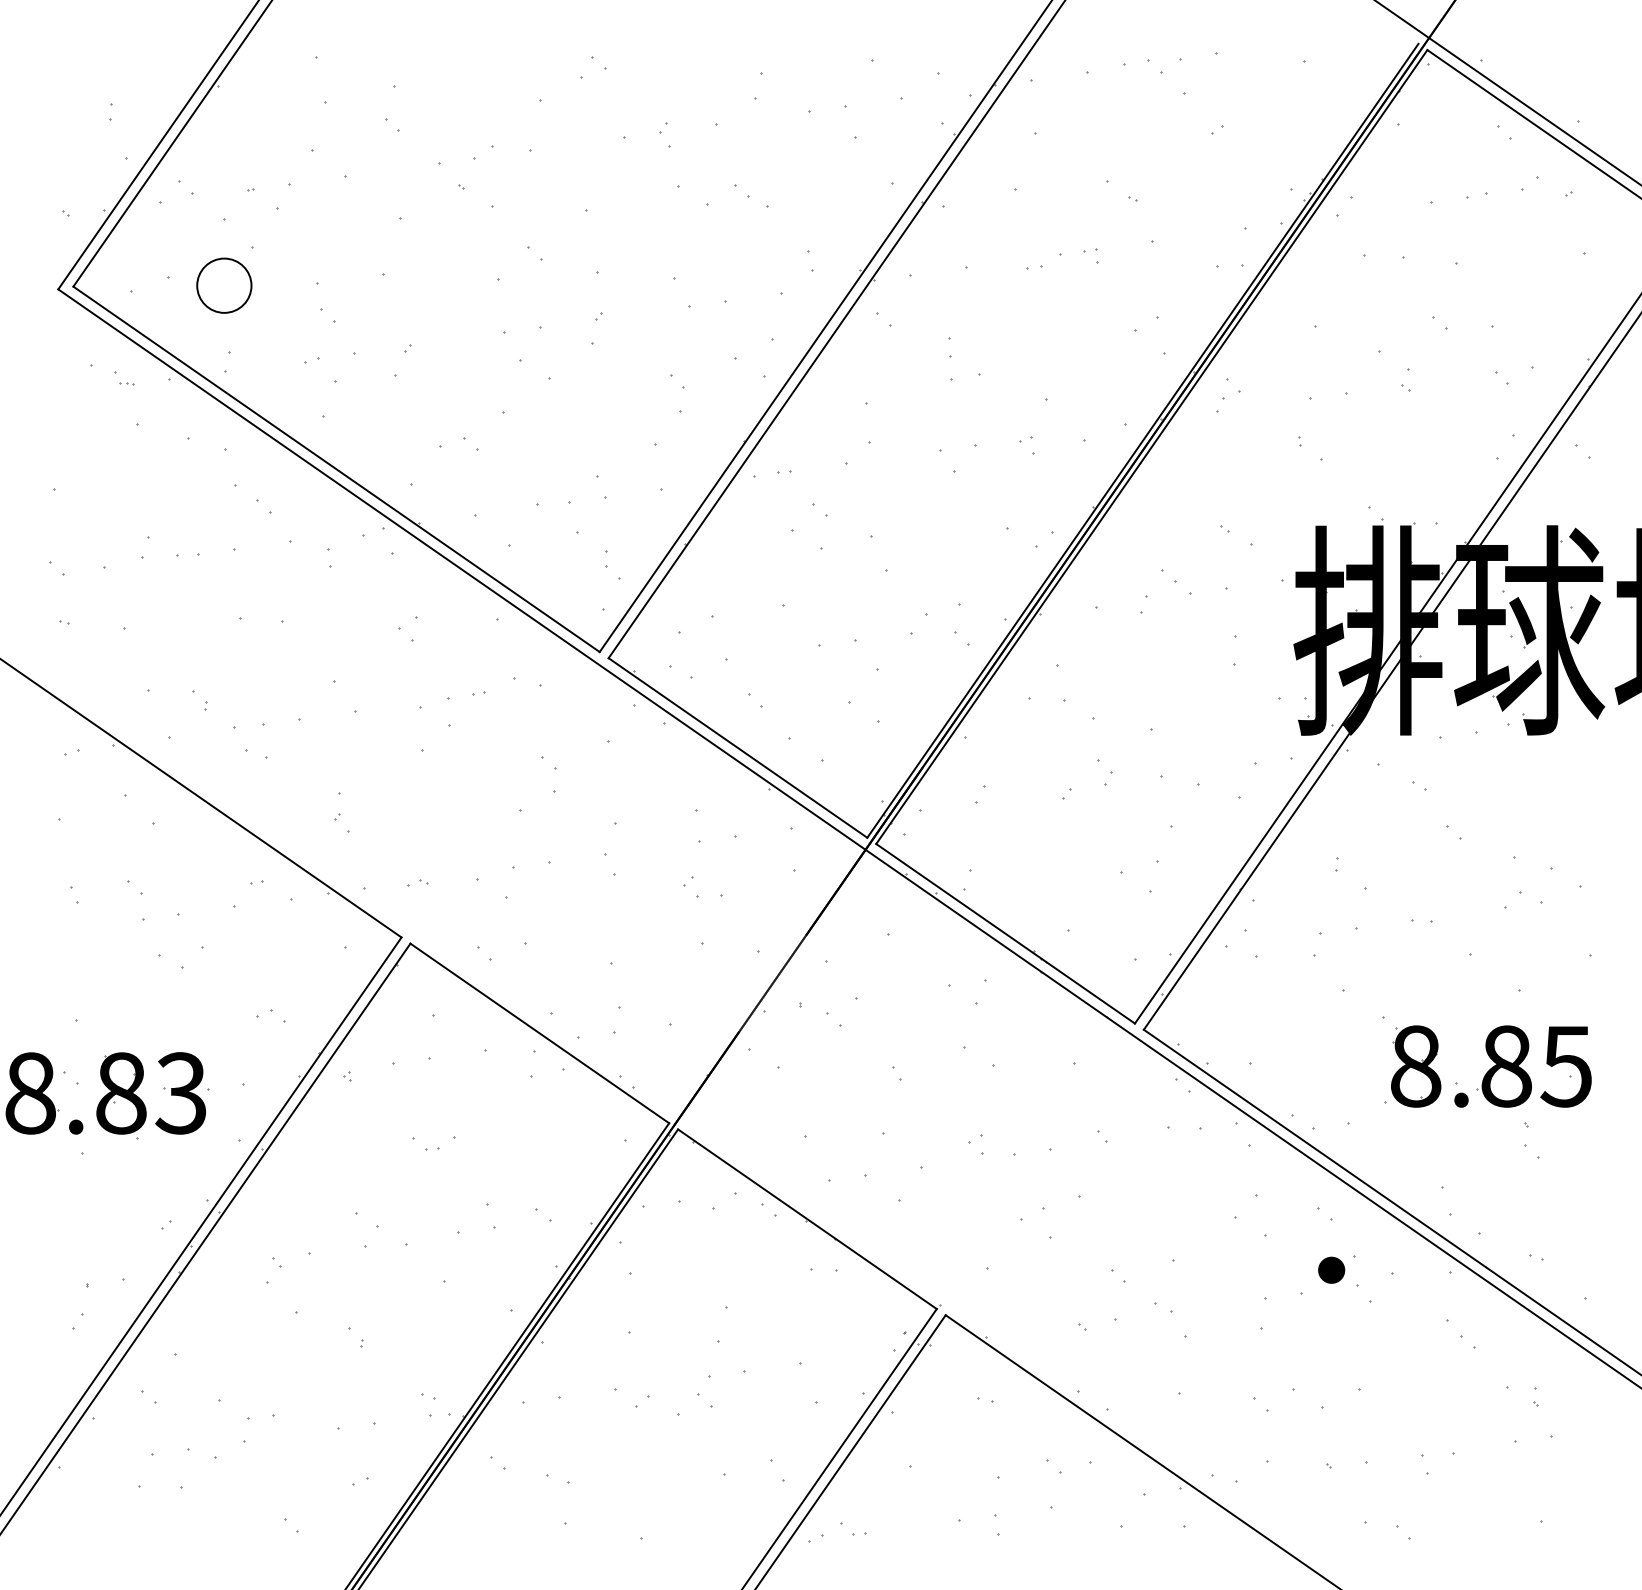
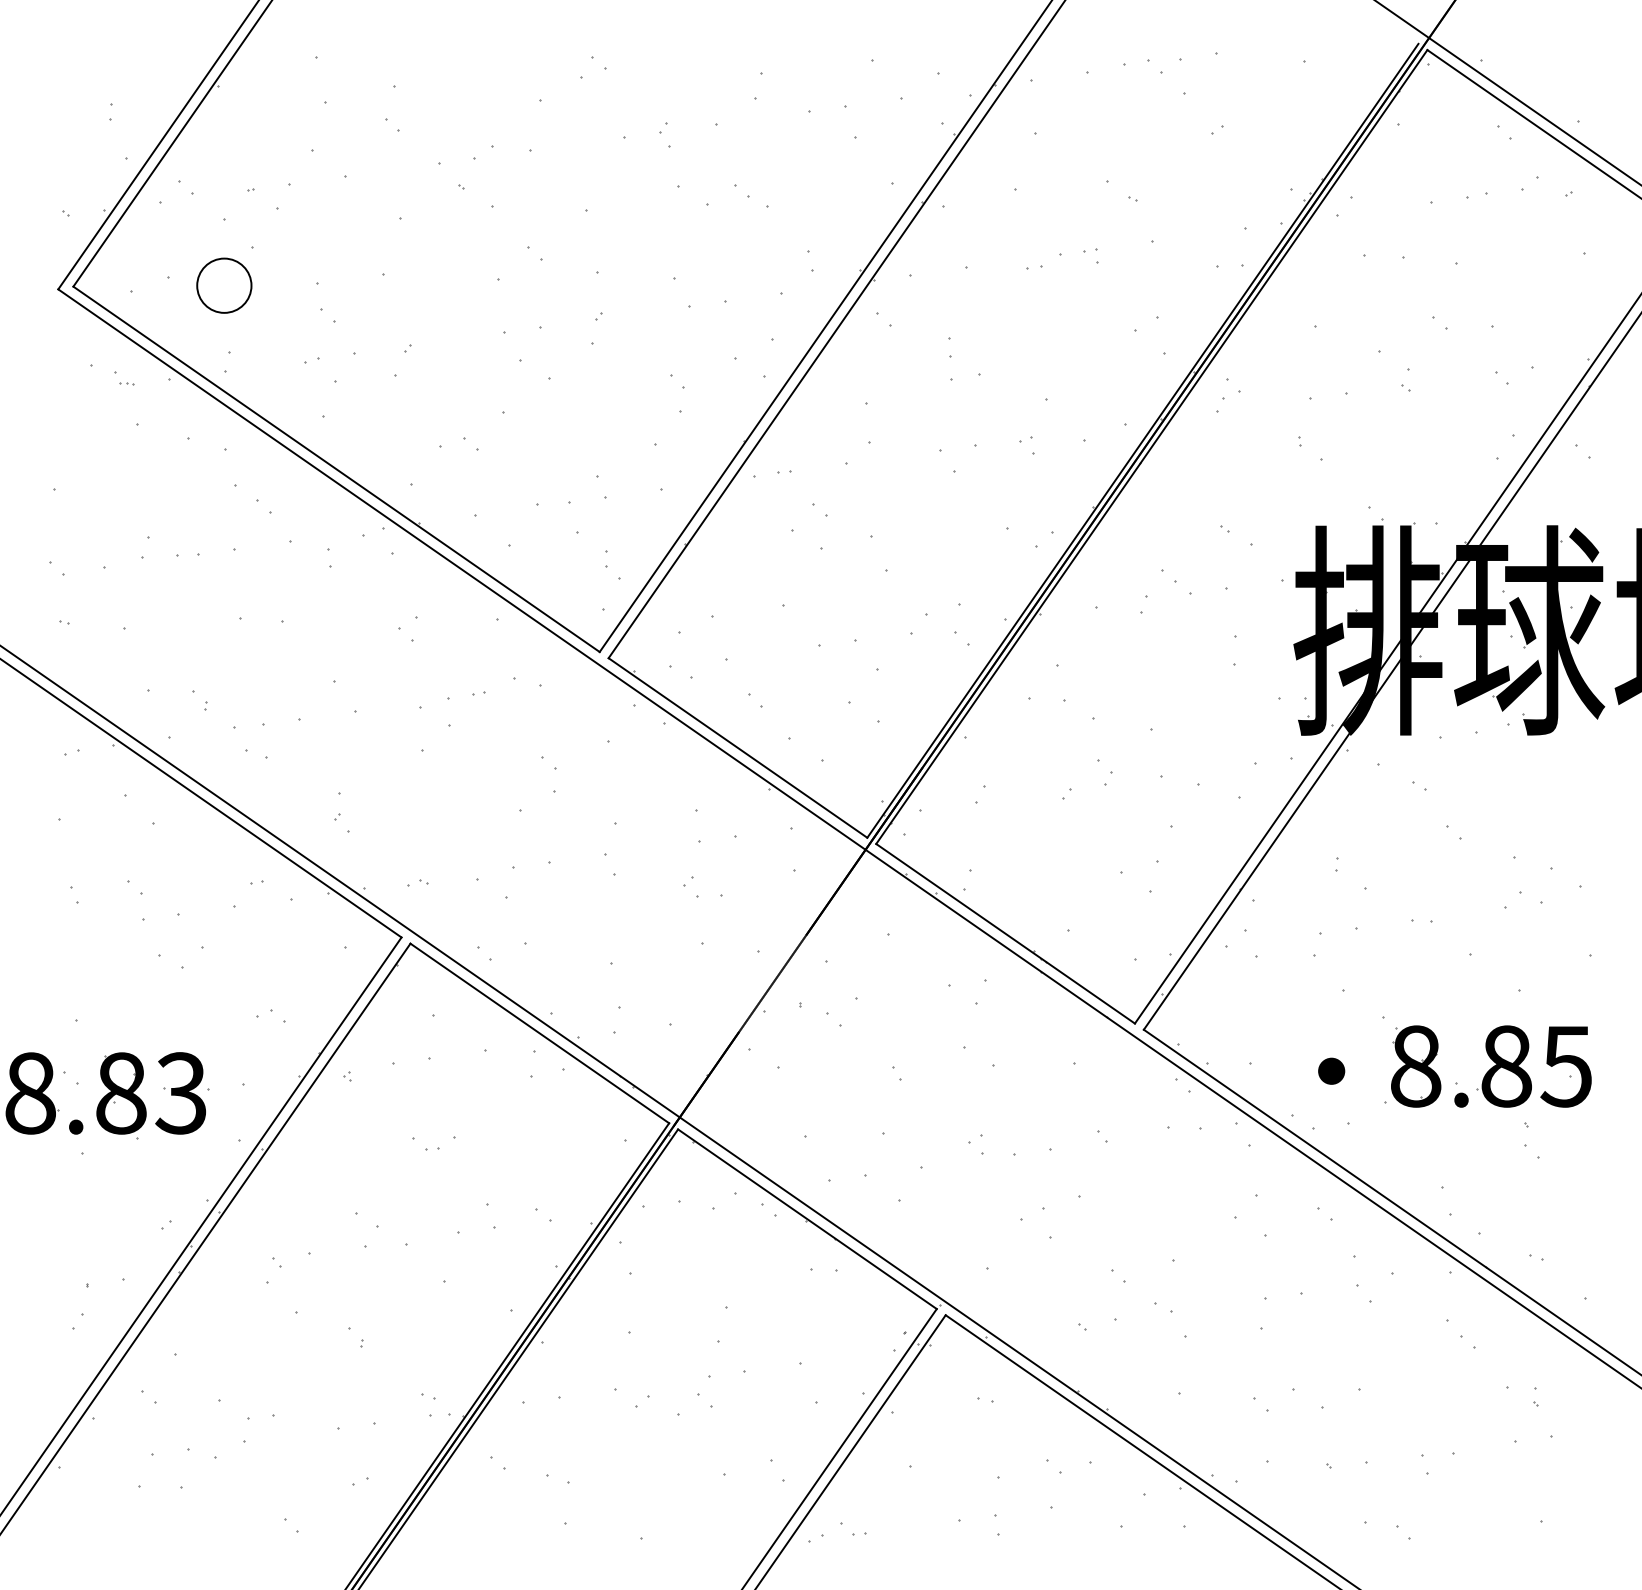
line at (678, 1116): none -> present
part at (1331, 1269) position: (1331, 1269) -> (1331, 1070)
